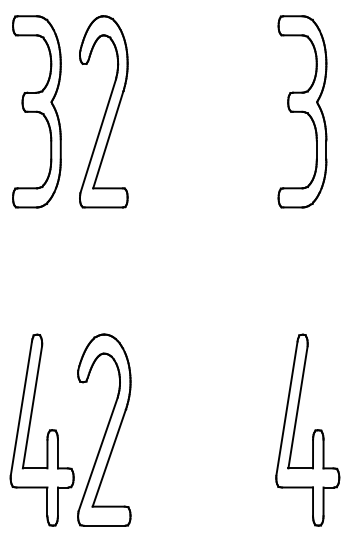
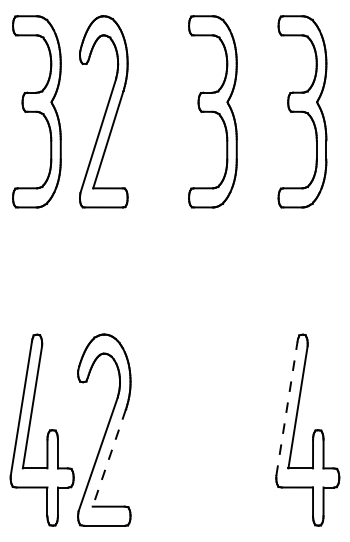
part at (212, 111): none -> present
line at (287, 408): solid -> dashed
line at (109, 458): solid -> dashed
